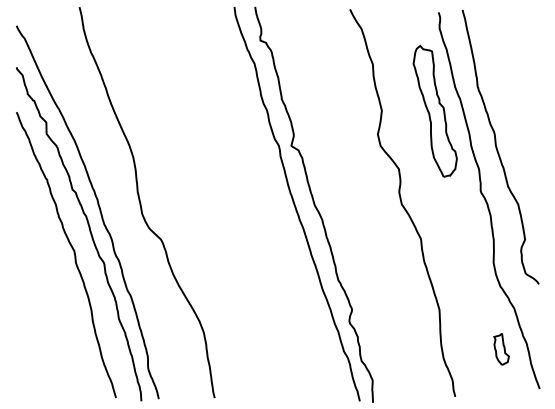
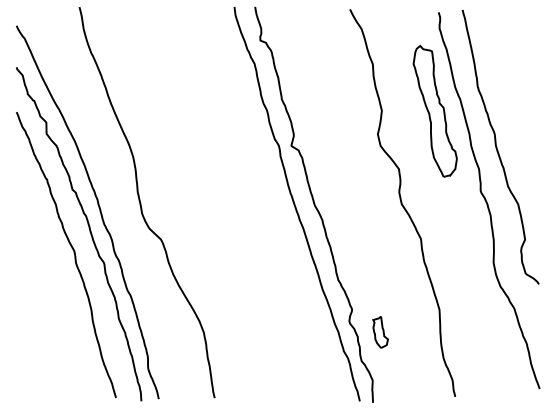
part at (501, 349) position: (501, 349) -> (380, 332)
